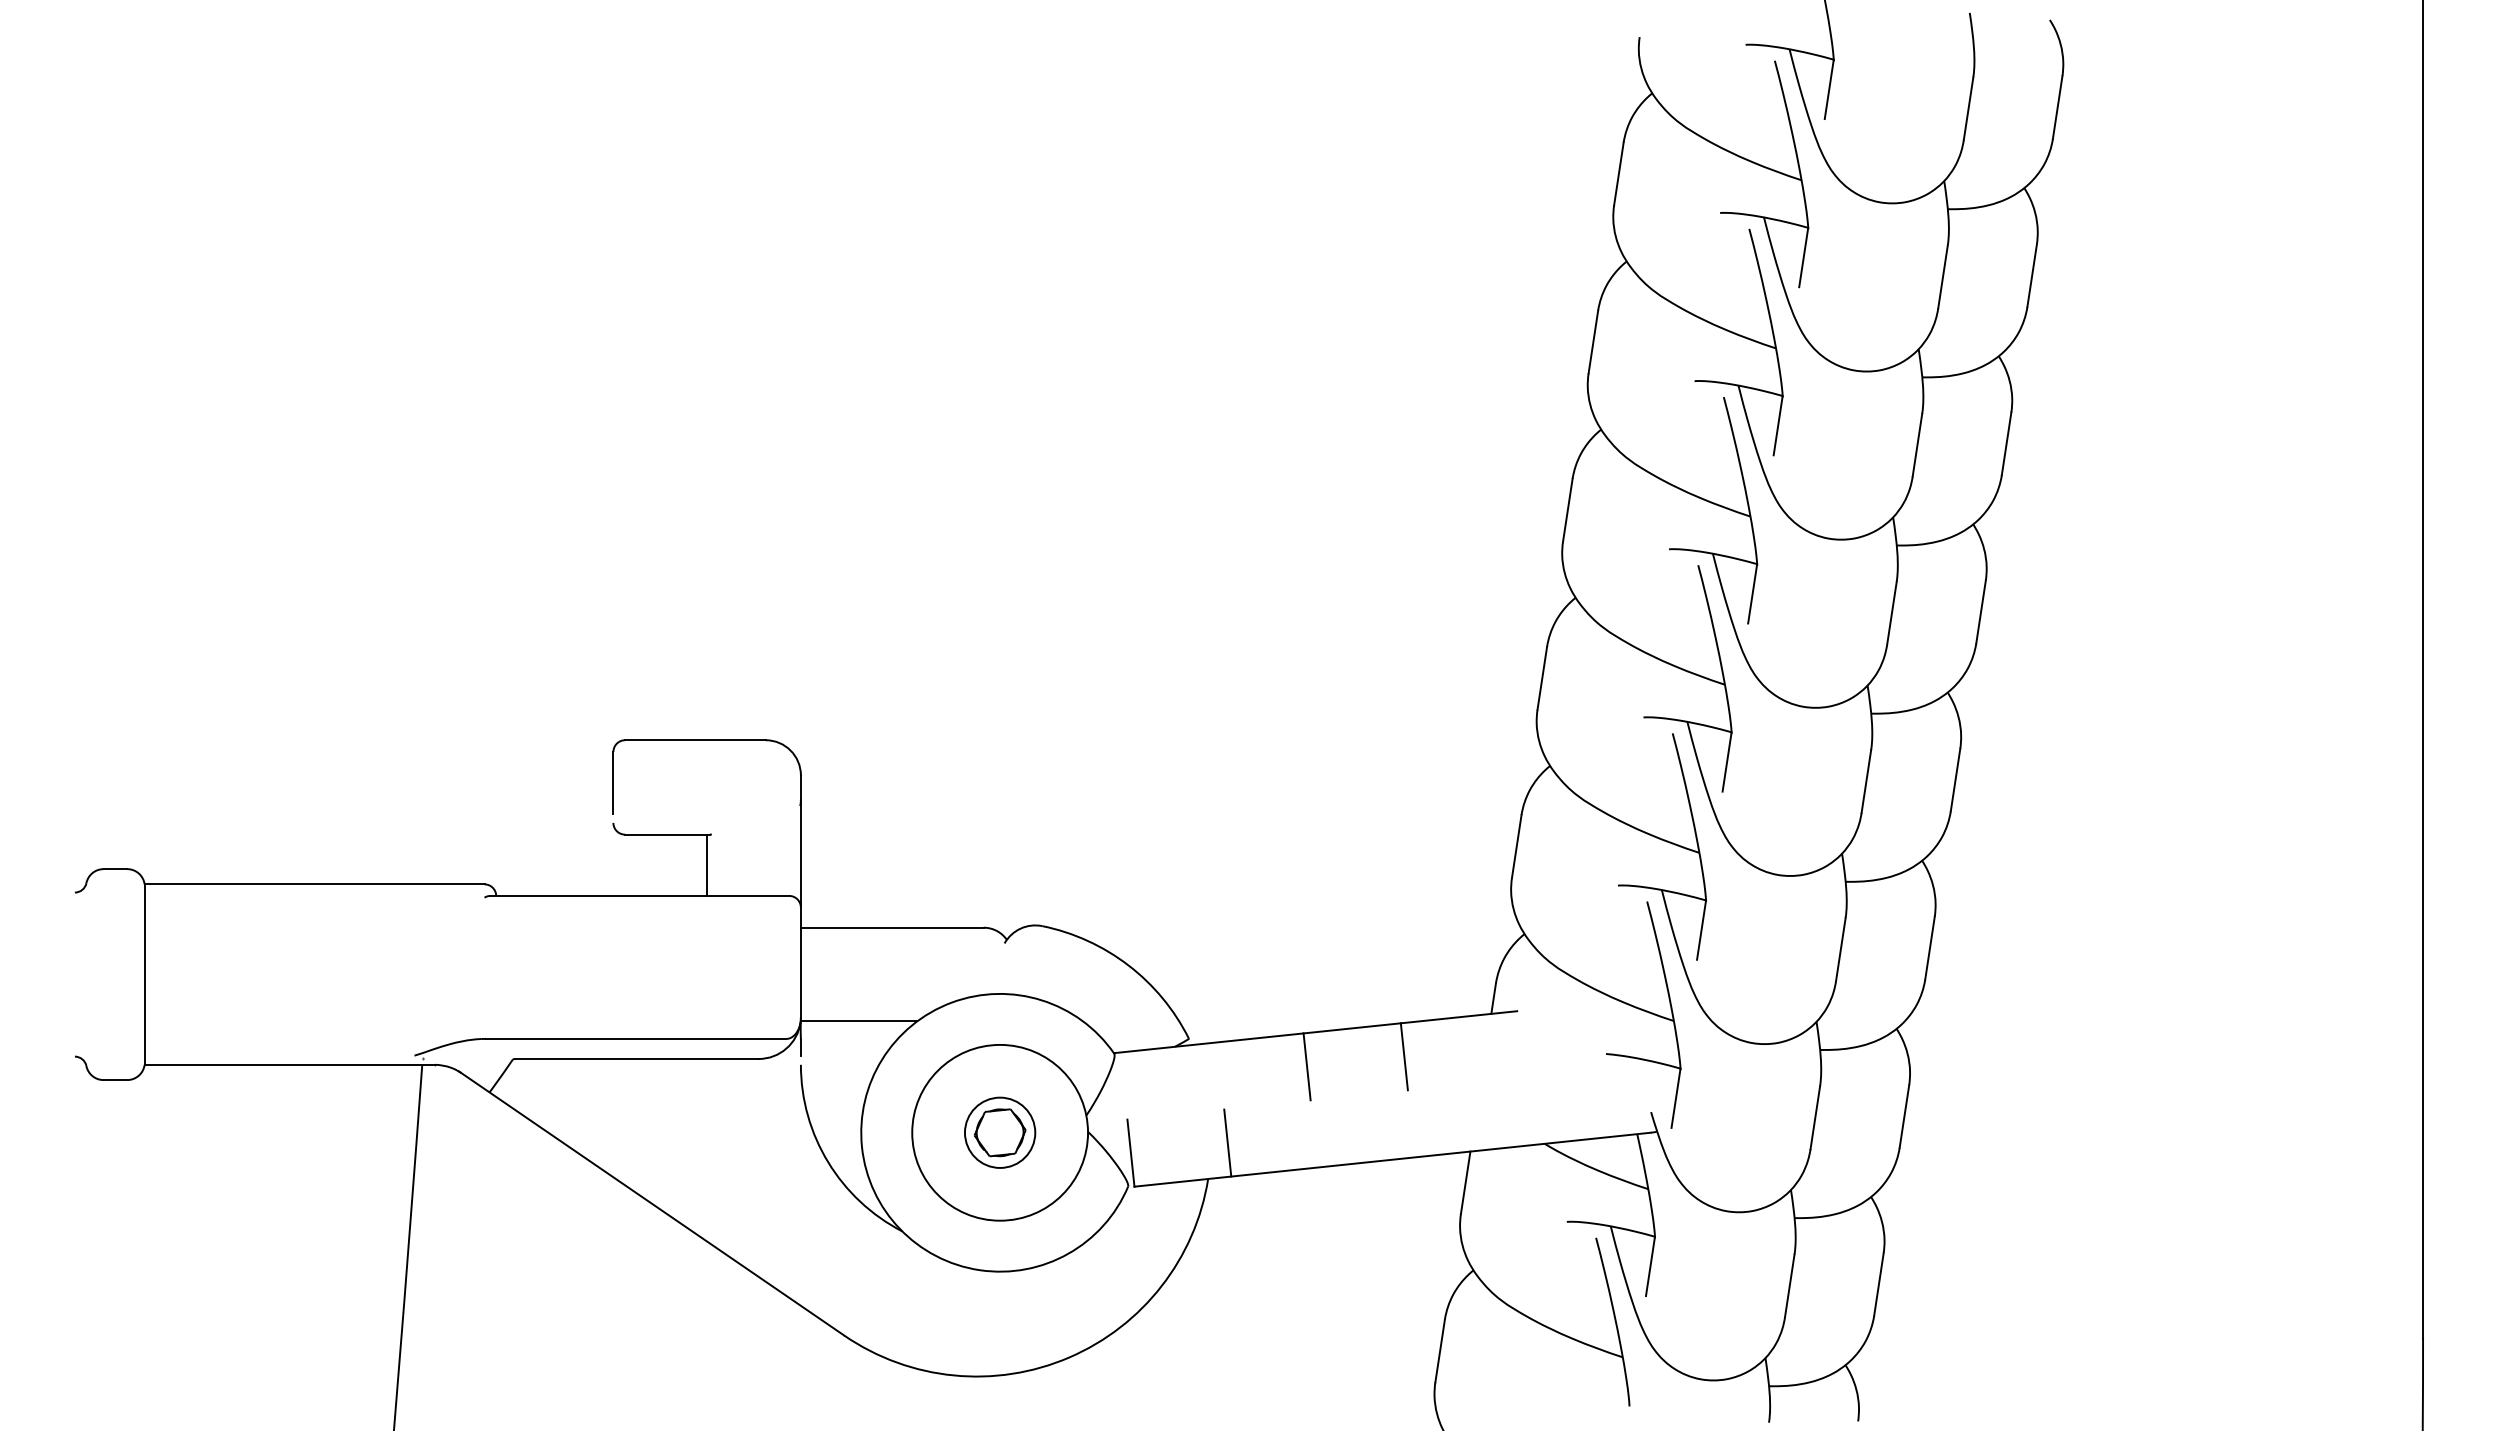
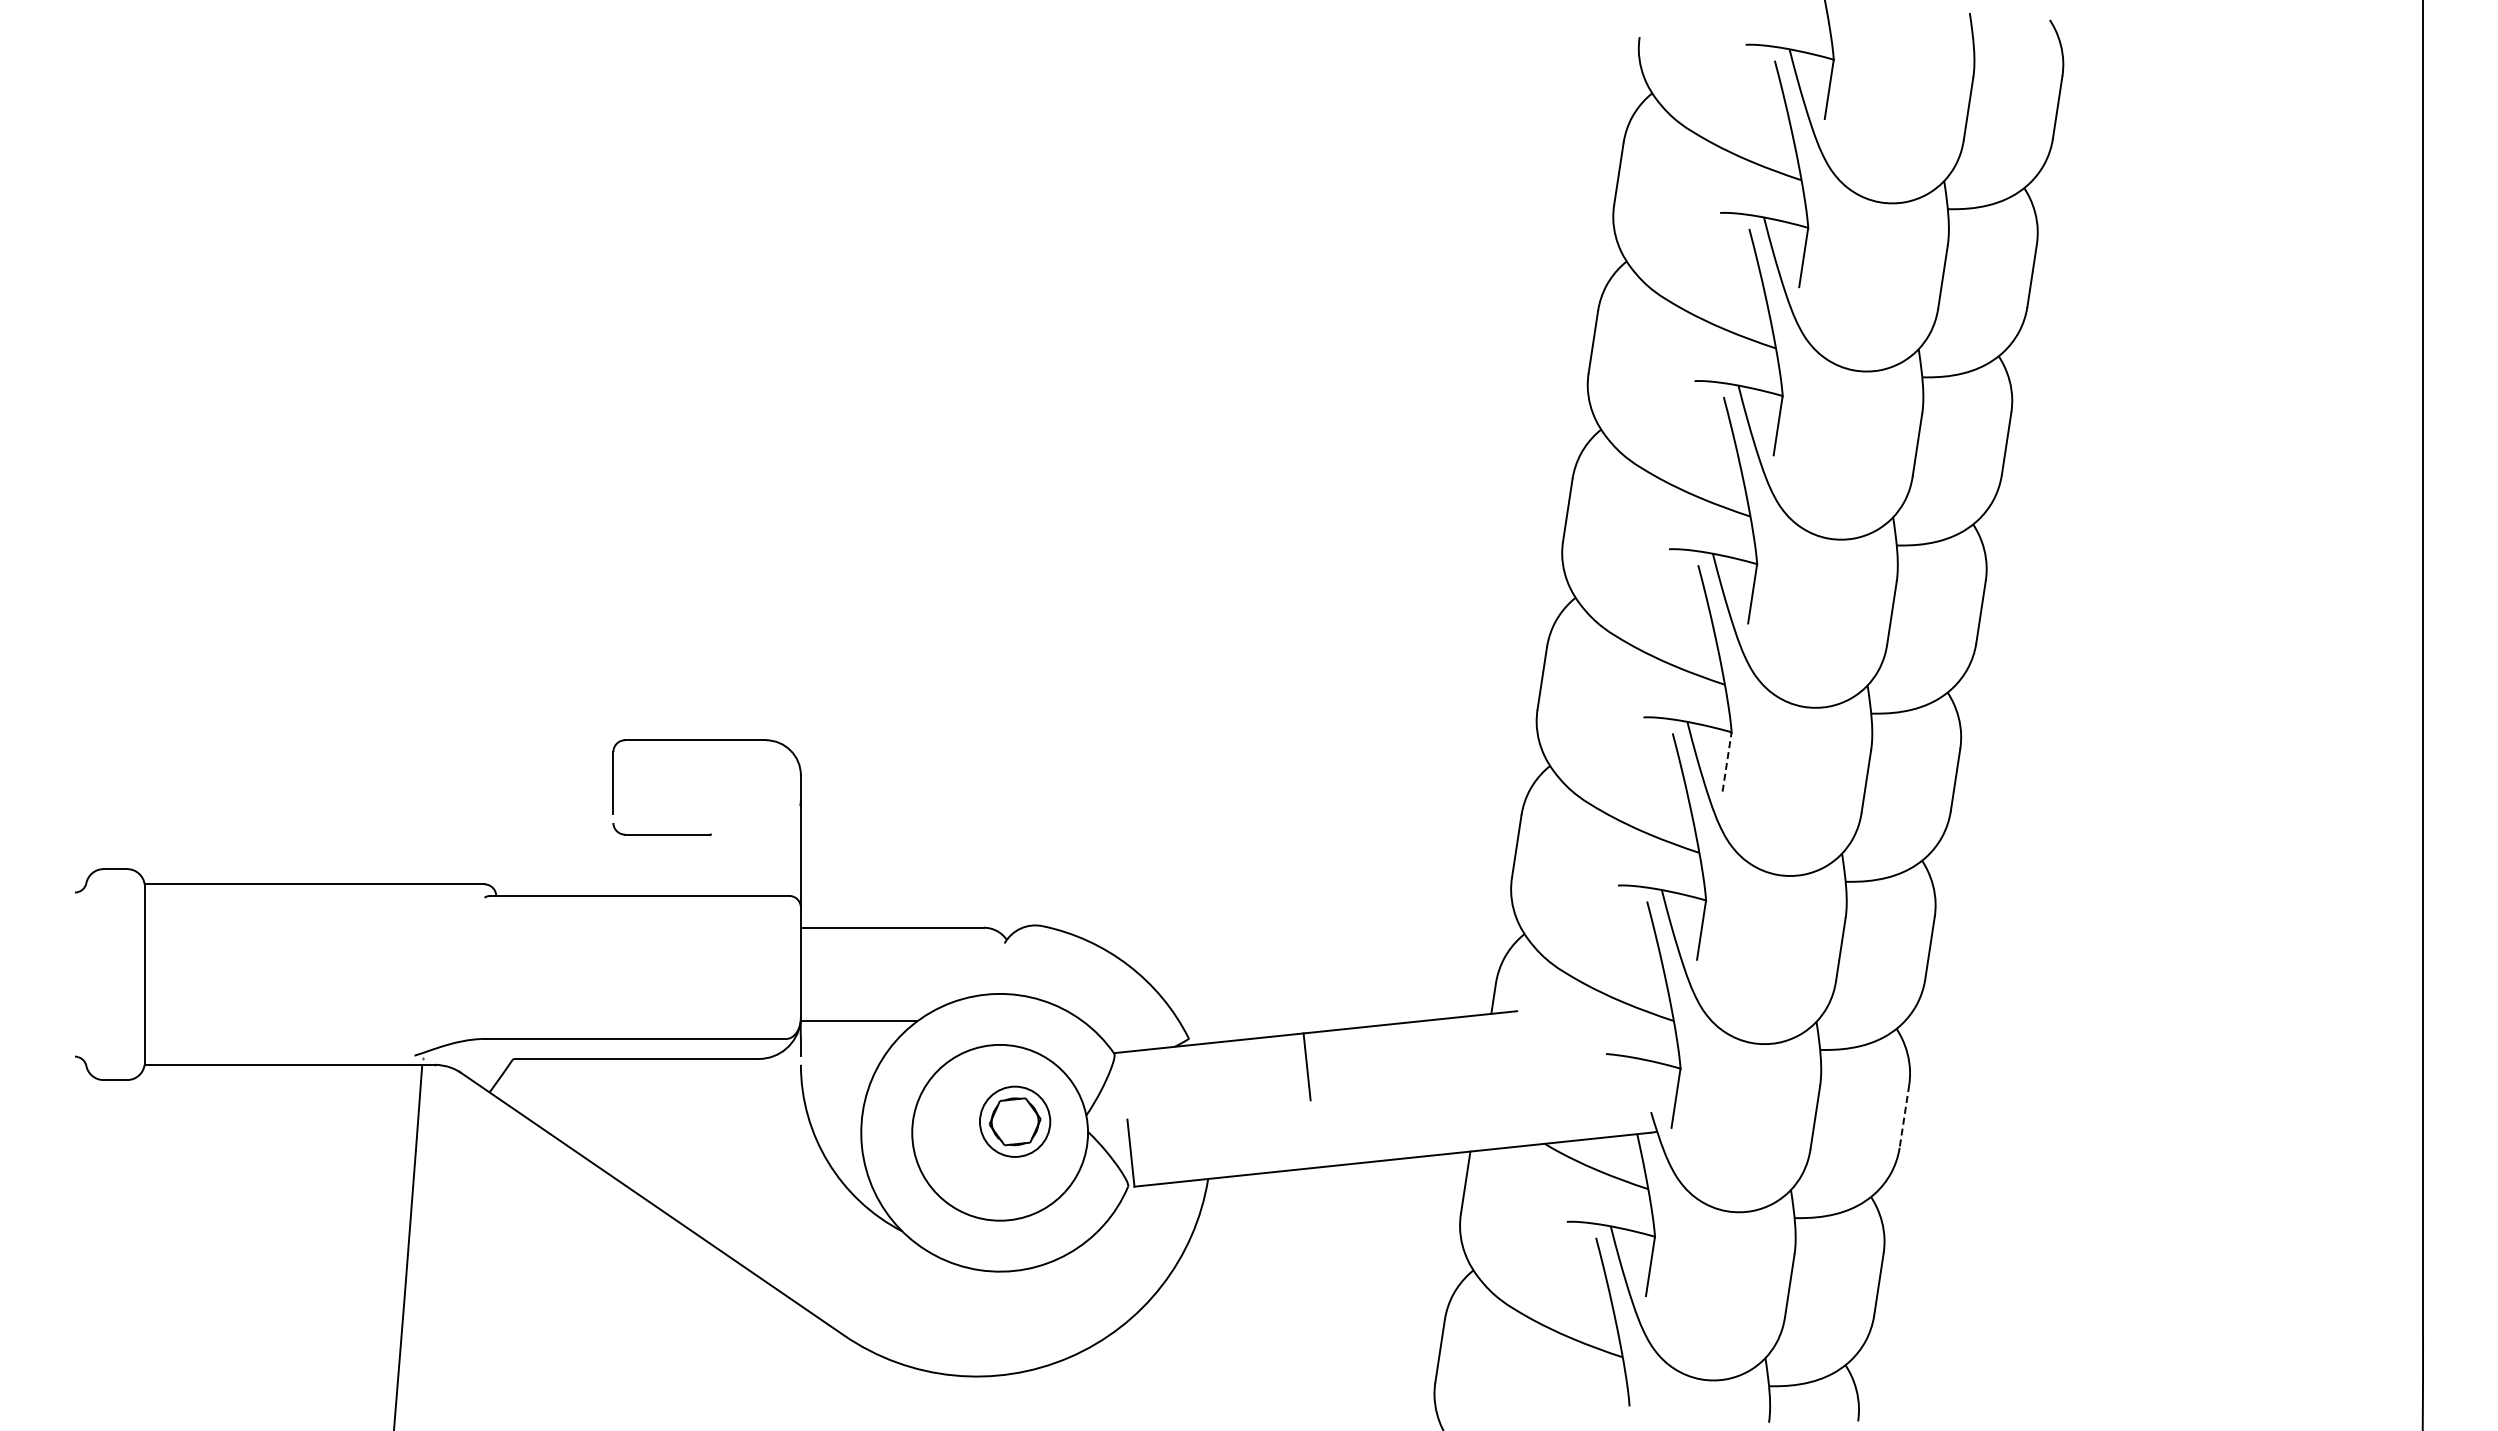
line at (1727, 762): solid -> dashed
line at (707, 864): present -> none
line at (1403, 1056): present -> none
line at (1904, 1116): solid -> dashed
part at (1000, 1132) position: (1000, 1132) -> (1015, 1121)
line at (1227, 1142): present -> none
